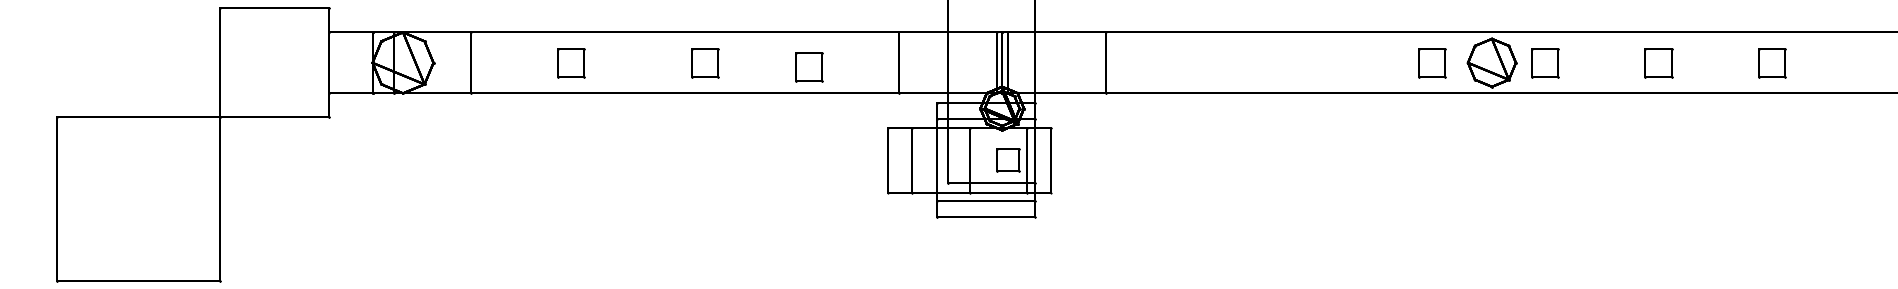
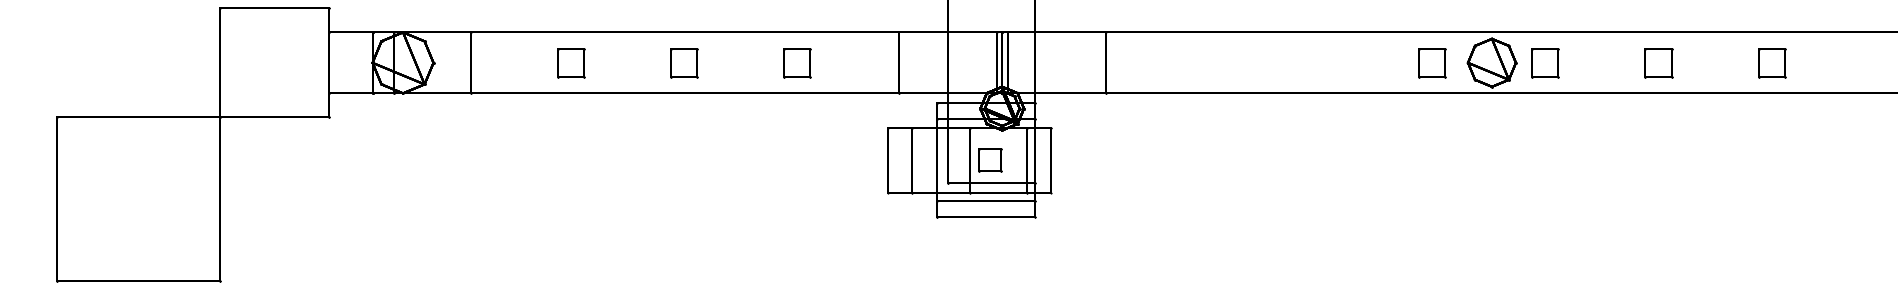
part at (705, 63) position: (705, 63) -> (684, 63)
part at (809, 67) position: (809, 67) -> (797, 63)
part at (1008, 160) position: (1008, 160) -> (990, 160)
